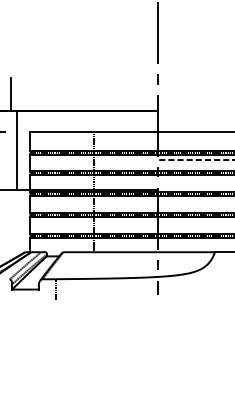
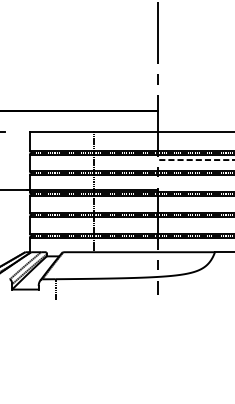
line at (10, 93): present -> none
line at (17, 149): present -> none
